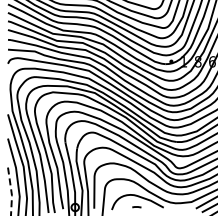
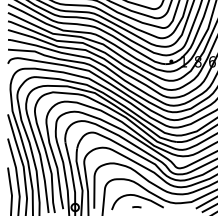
line at (11, 191): dashed -> solid
